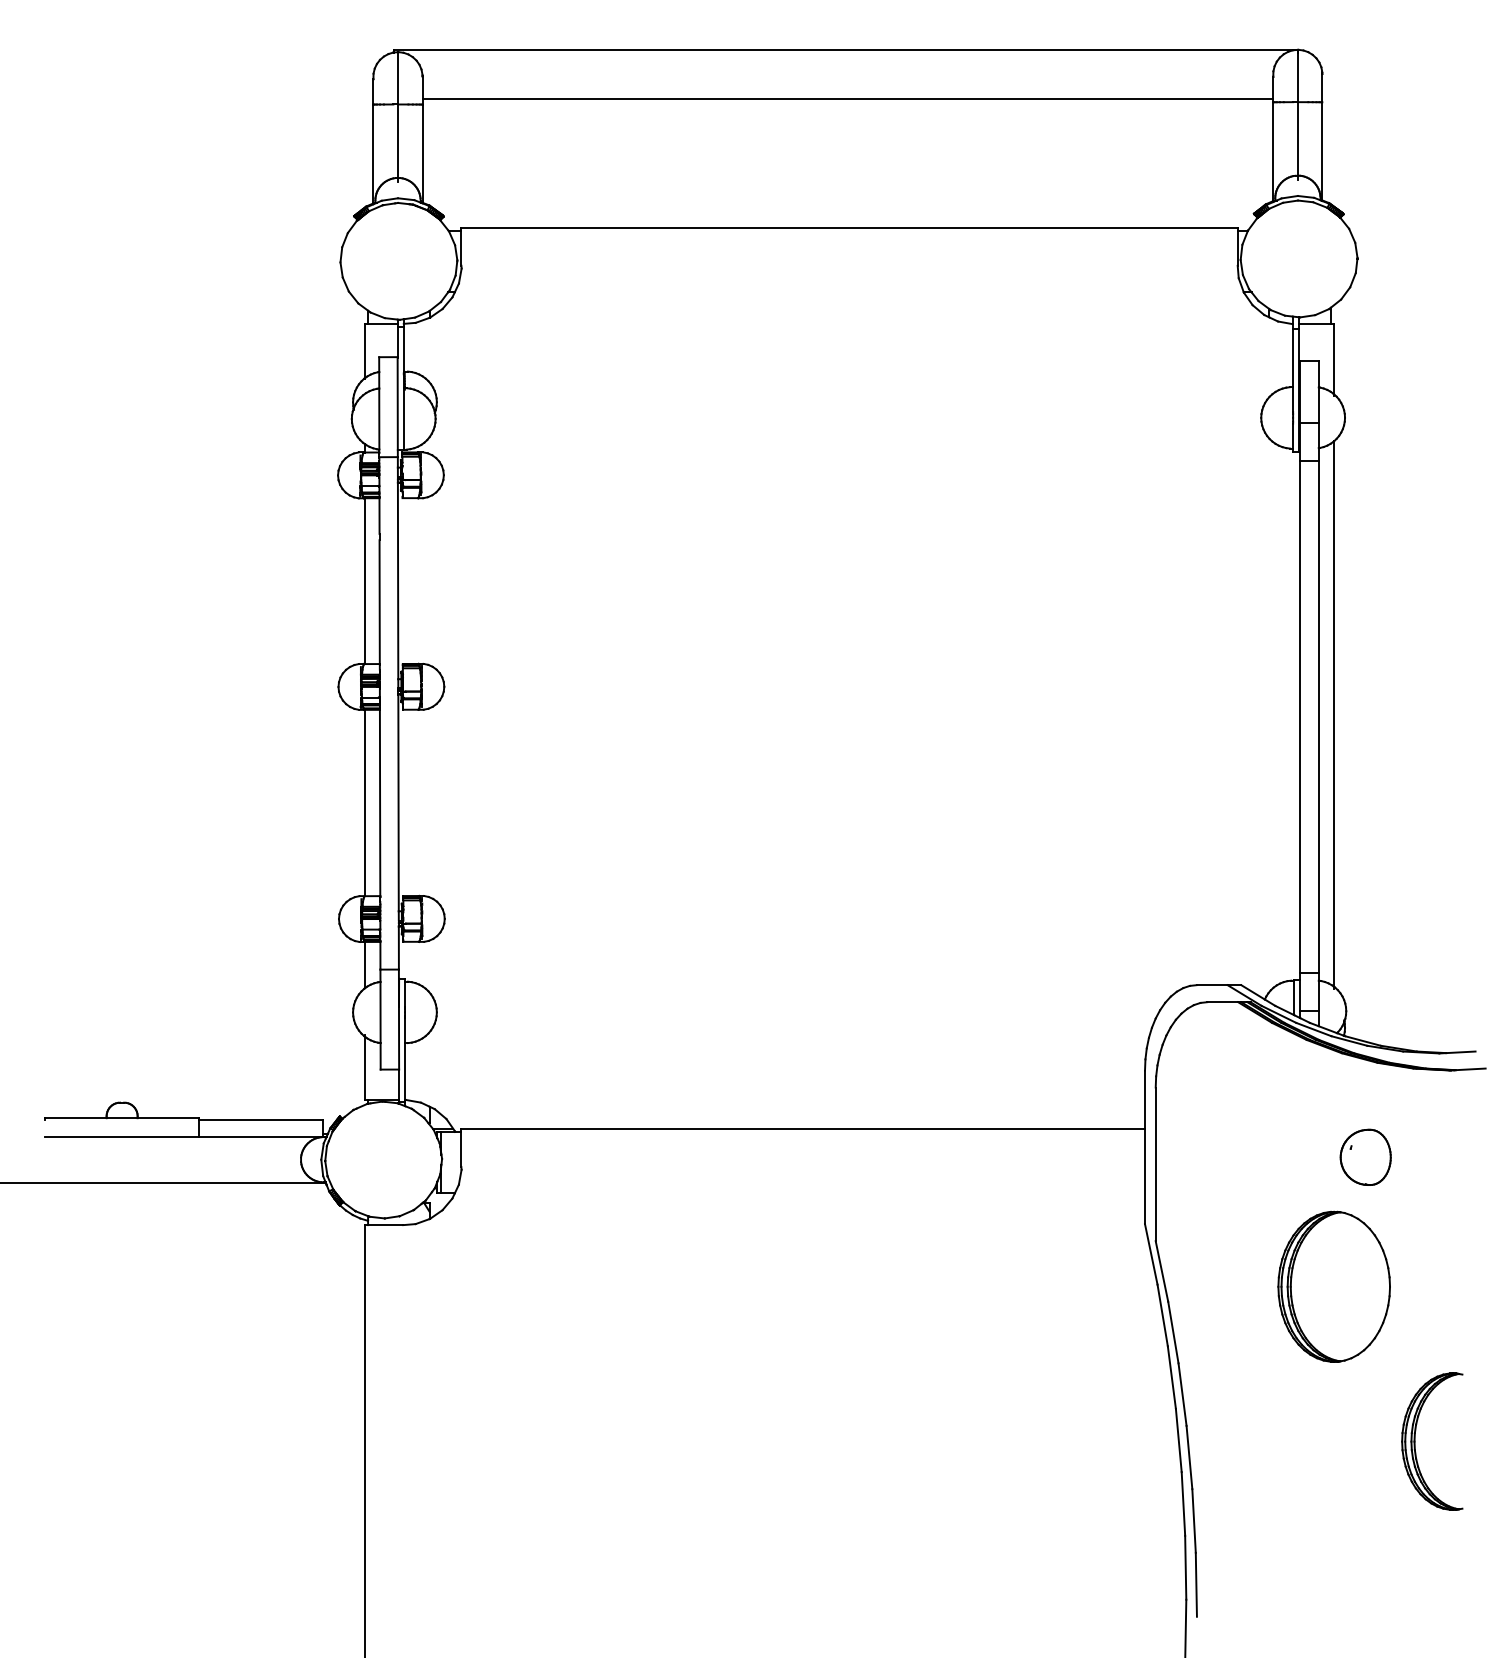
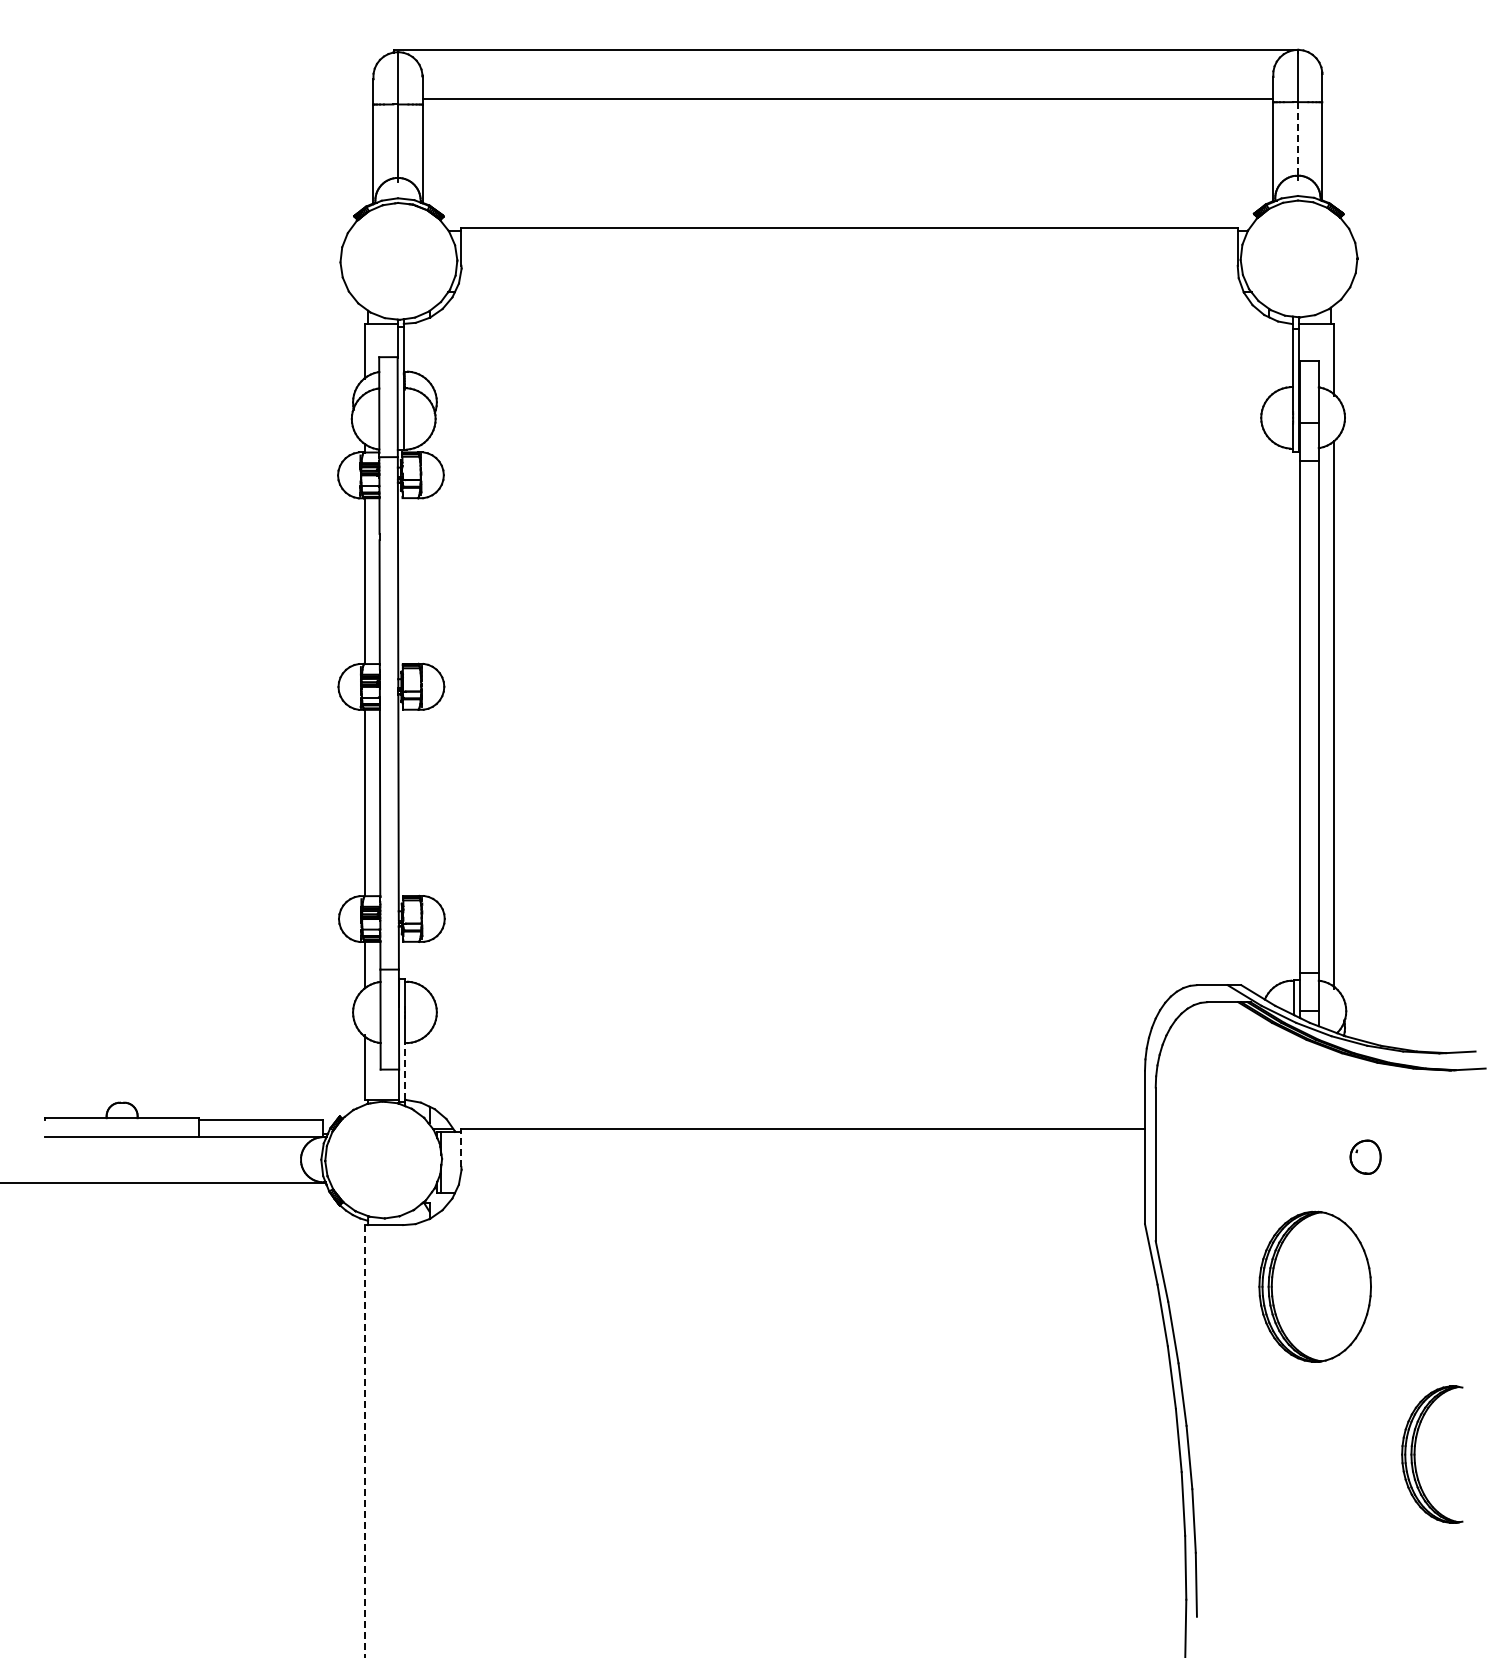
line at (1297, 138): solid -> dashed
line at (405, 1071): solid -> dashed
line at (461, 1149): solid -> dashed
part at (1365, 1156) size: 53x58 px -> 33x36 px
part at (1333, 1286) position: (1333, 1286) -> (1314, 1286)
line at (365, 1441): solid -> dashed
part at (1415, 1441) position: (1415, 1441) -> (1415, 1454)
